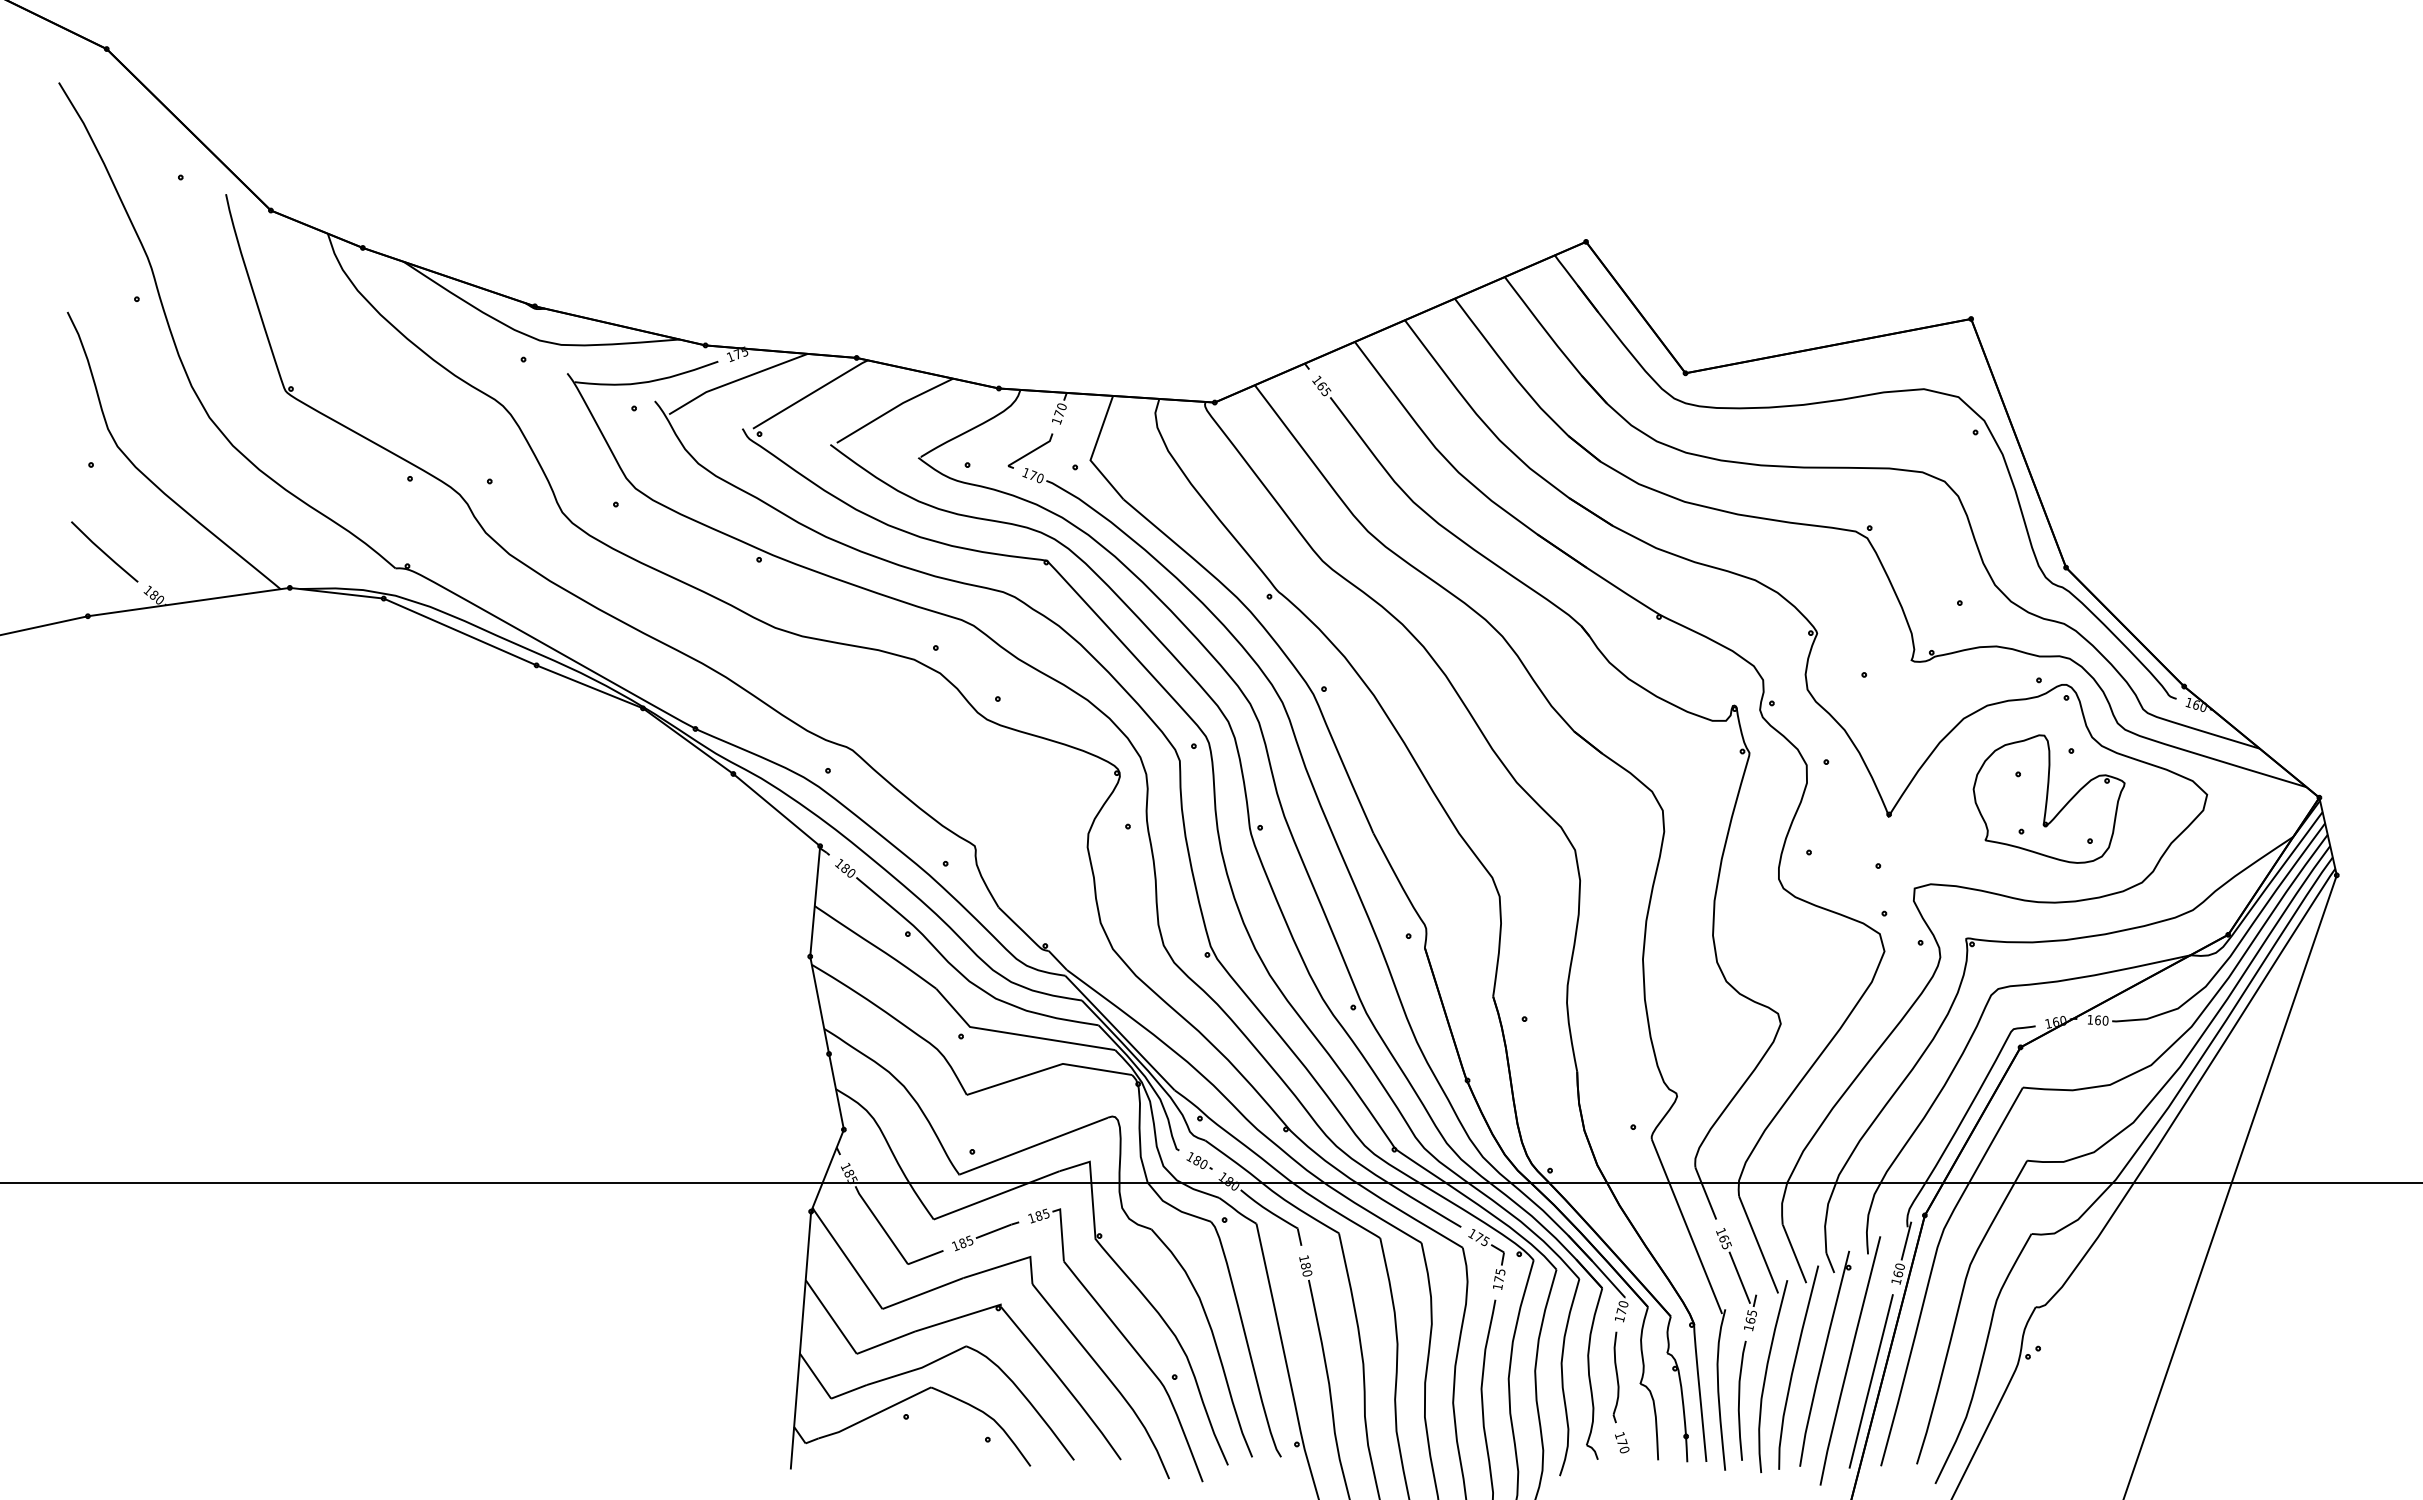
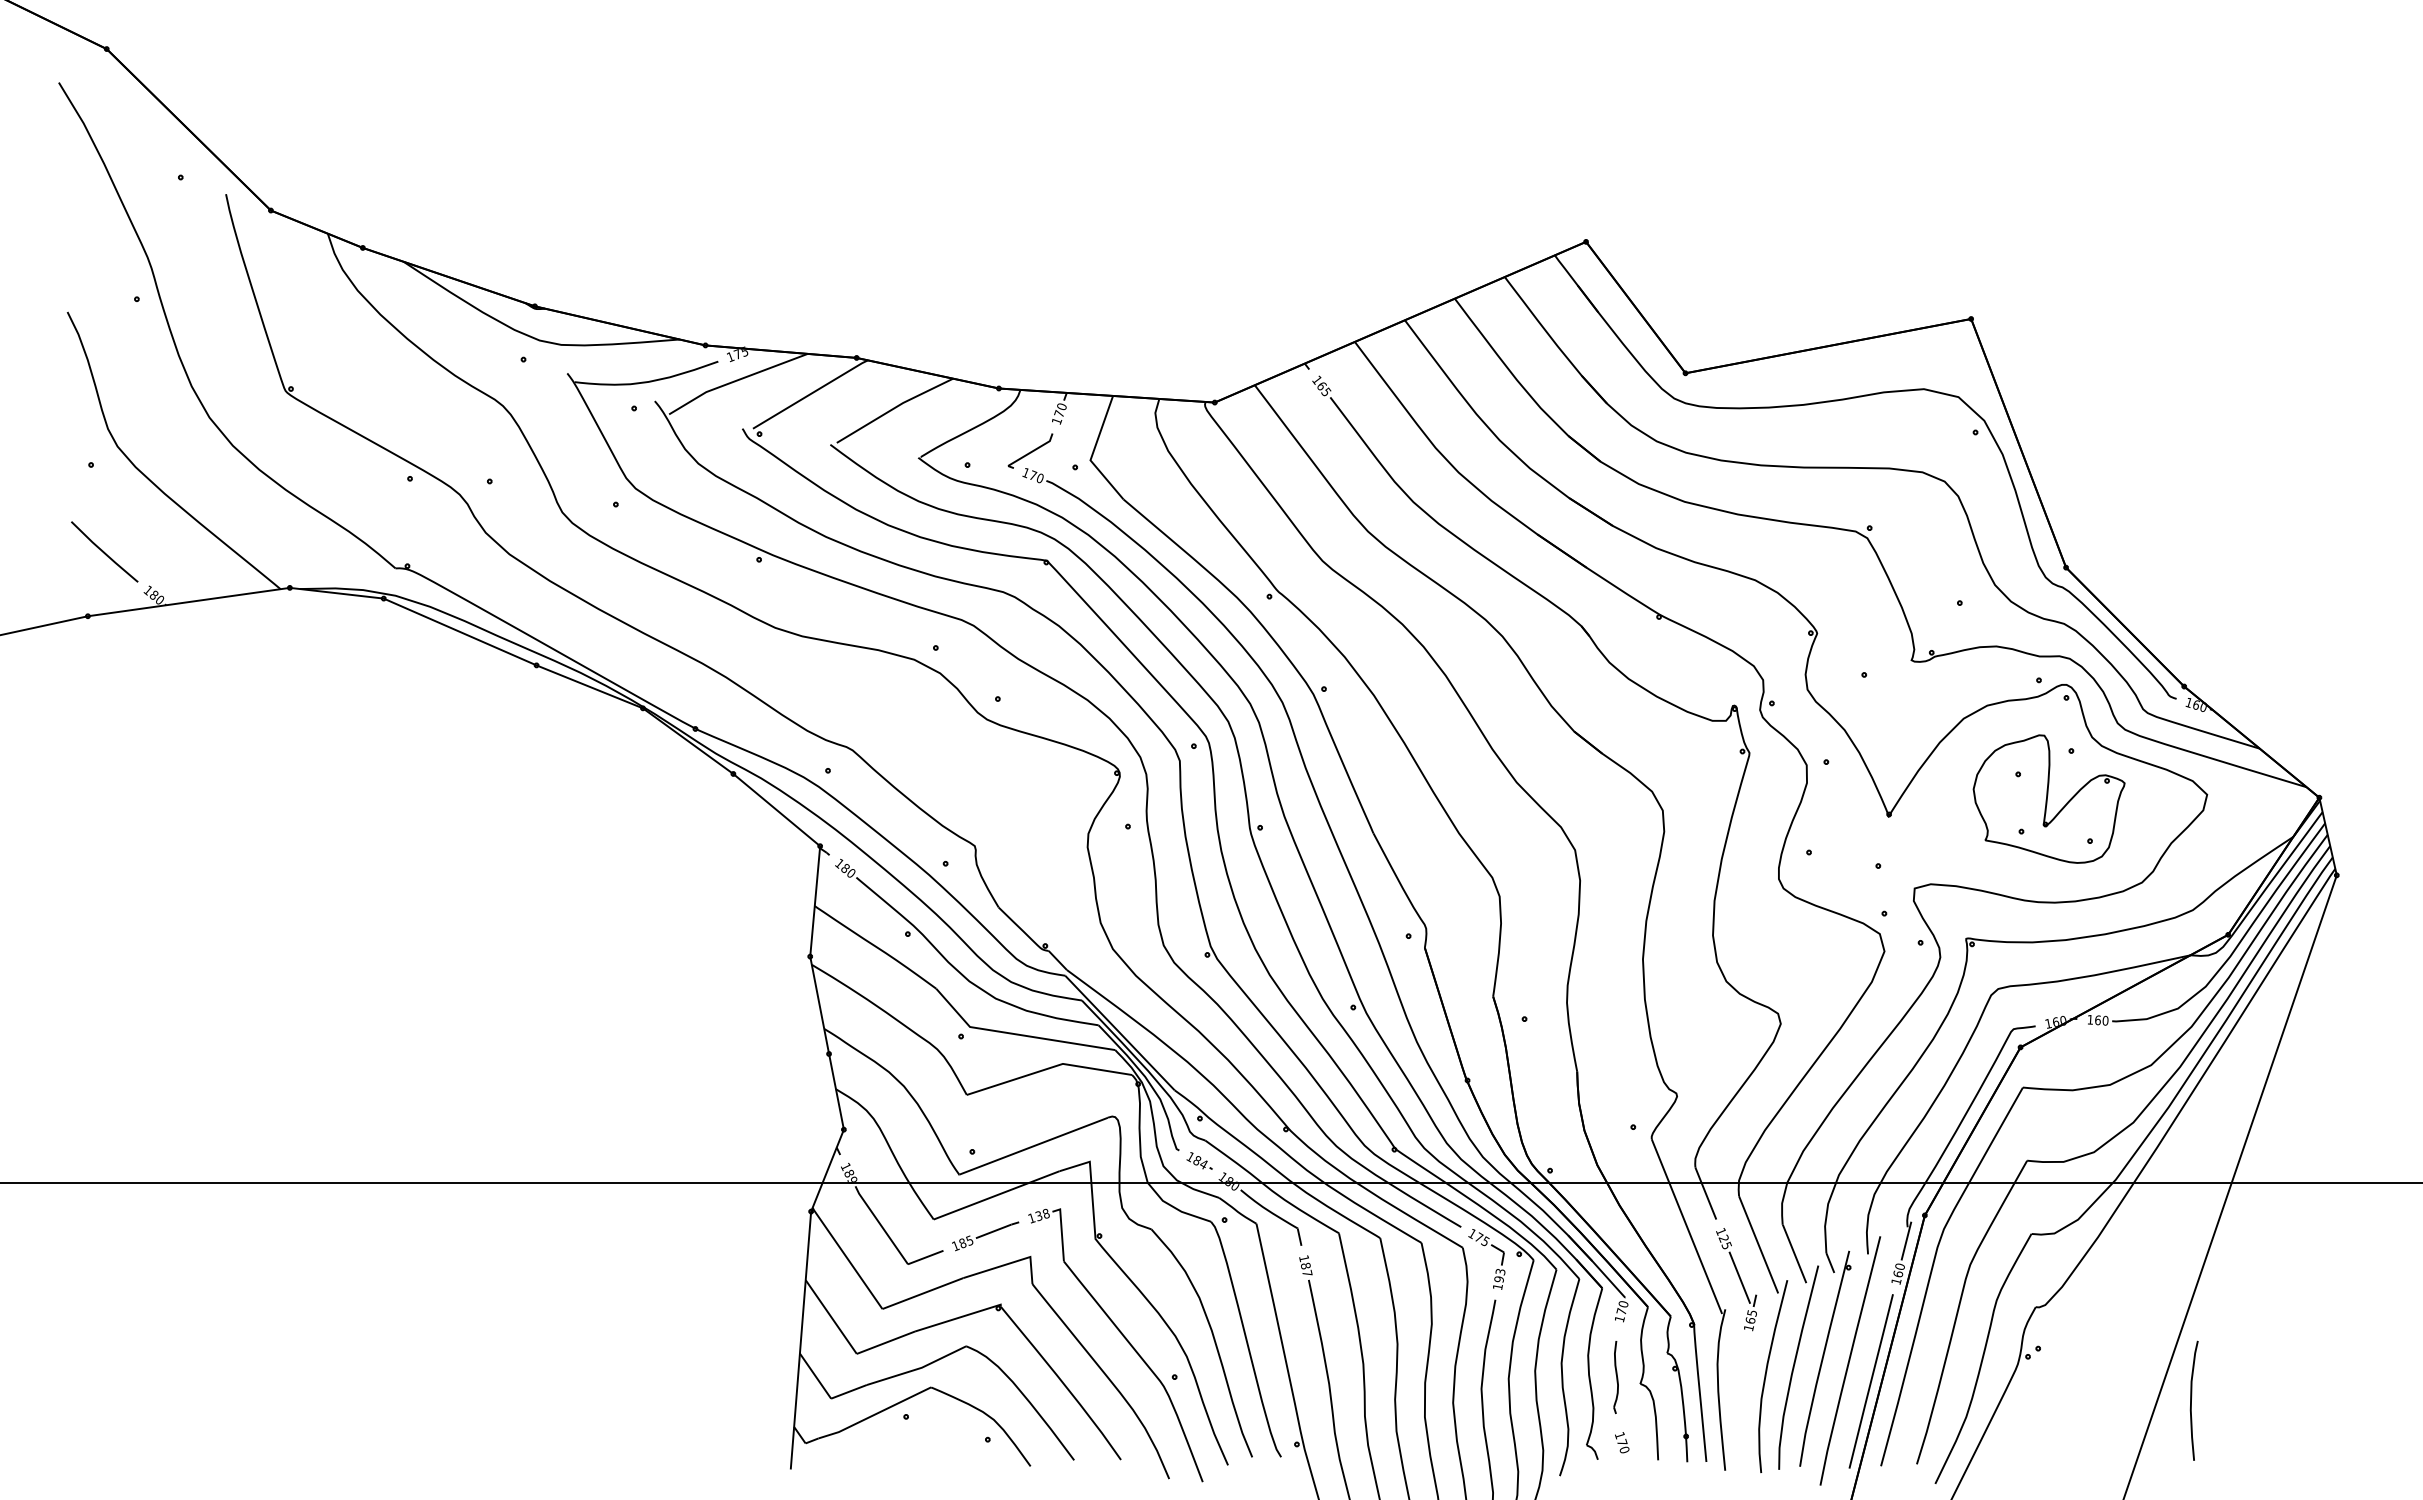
text at (1203, 1164): 180 -> 184
text at (852, 1180): 185 -> 189
text at (1042, 1214): 185 -> 138
text at (1723, 1238): 165 -> 125
text at (1307, 1272): 180 -> 187
text at (1499, 1275): 175 -> 193
part at (1615, 1377) size: 8x93 px -> 6x73 px
curve at (1739, 1400) position: (1739, 1400) -> (2191, 1400)
